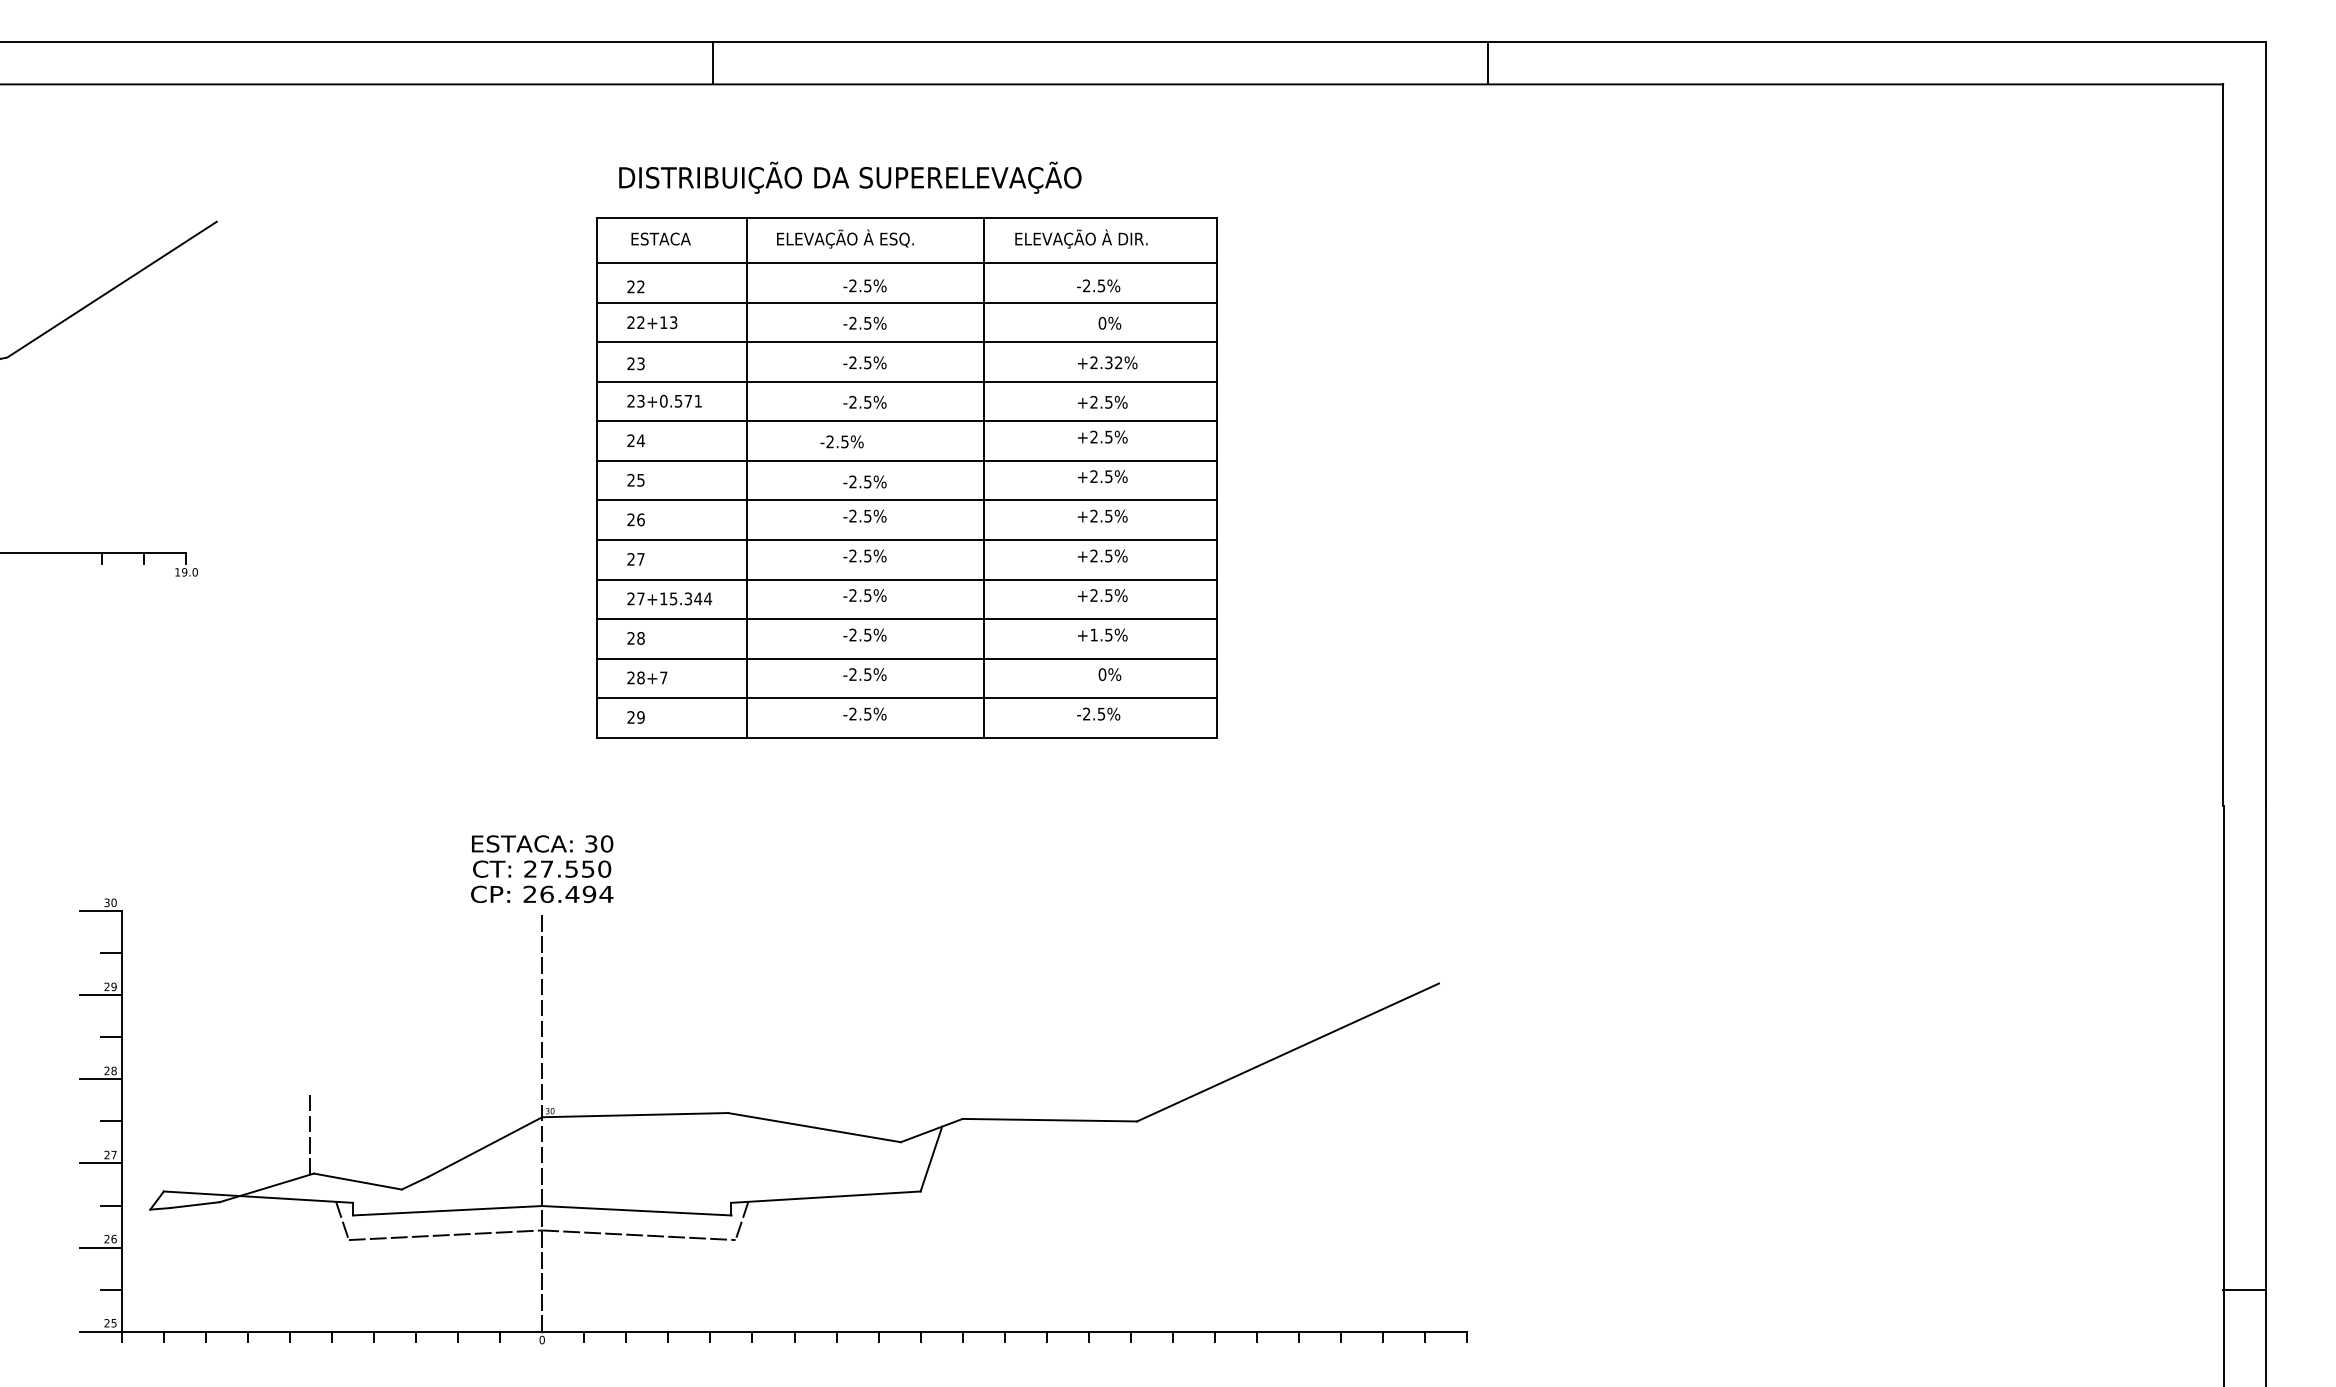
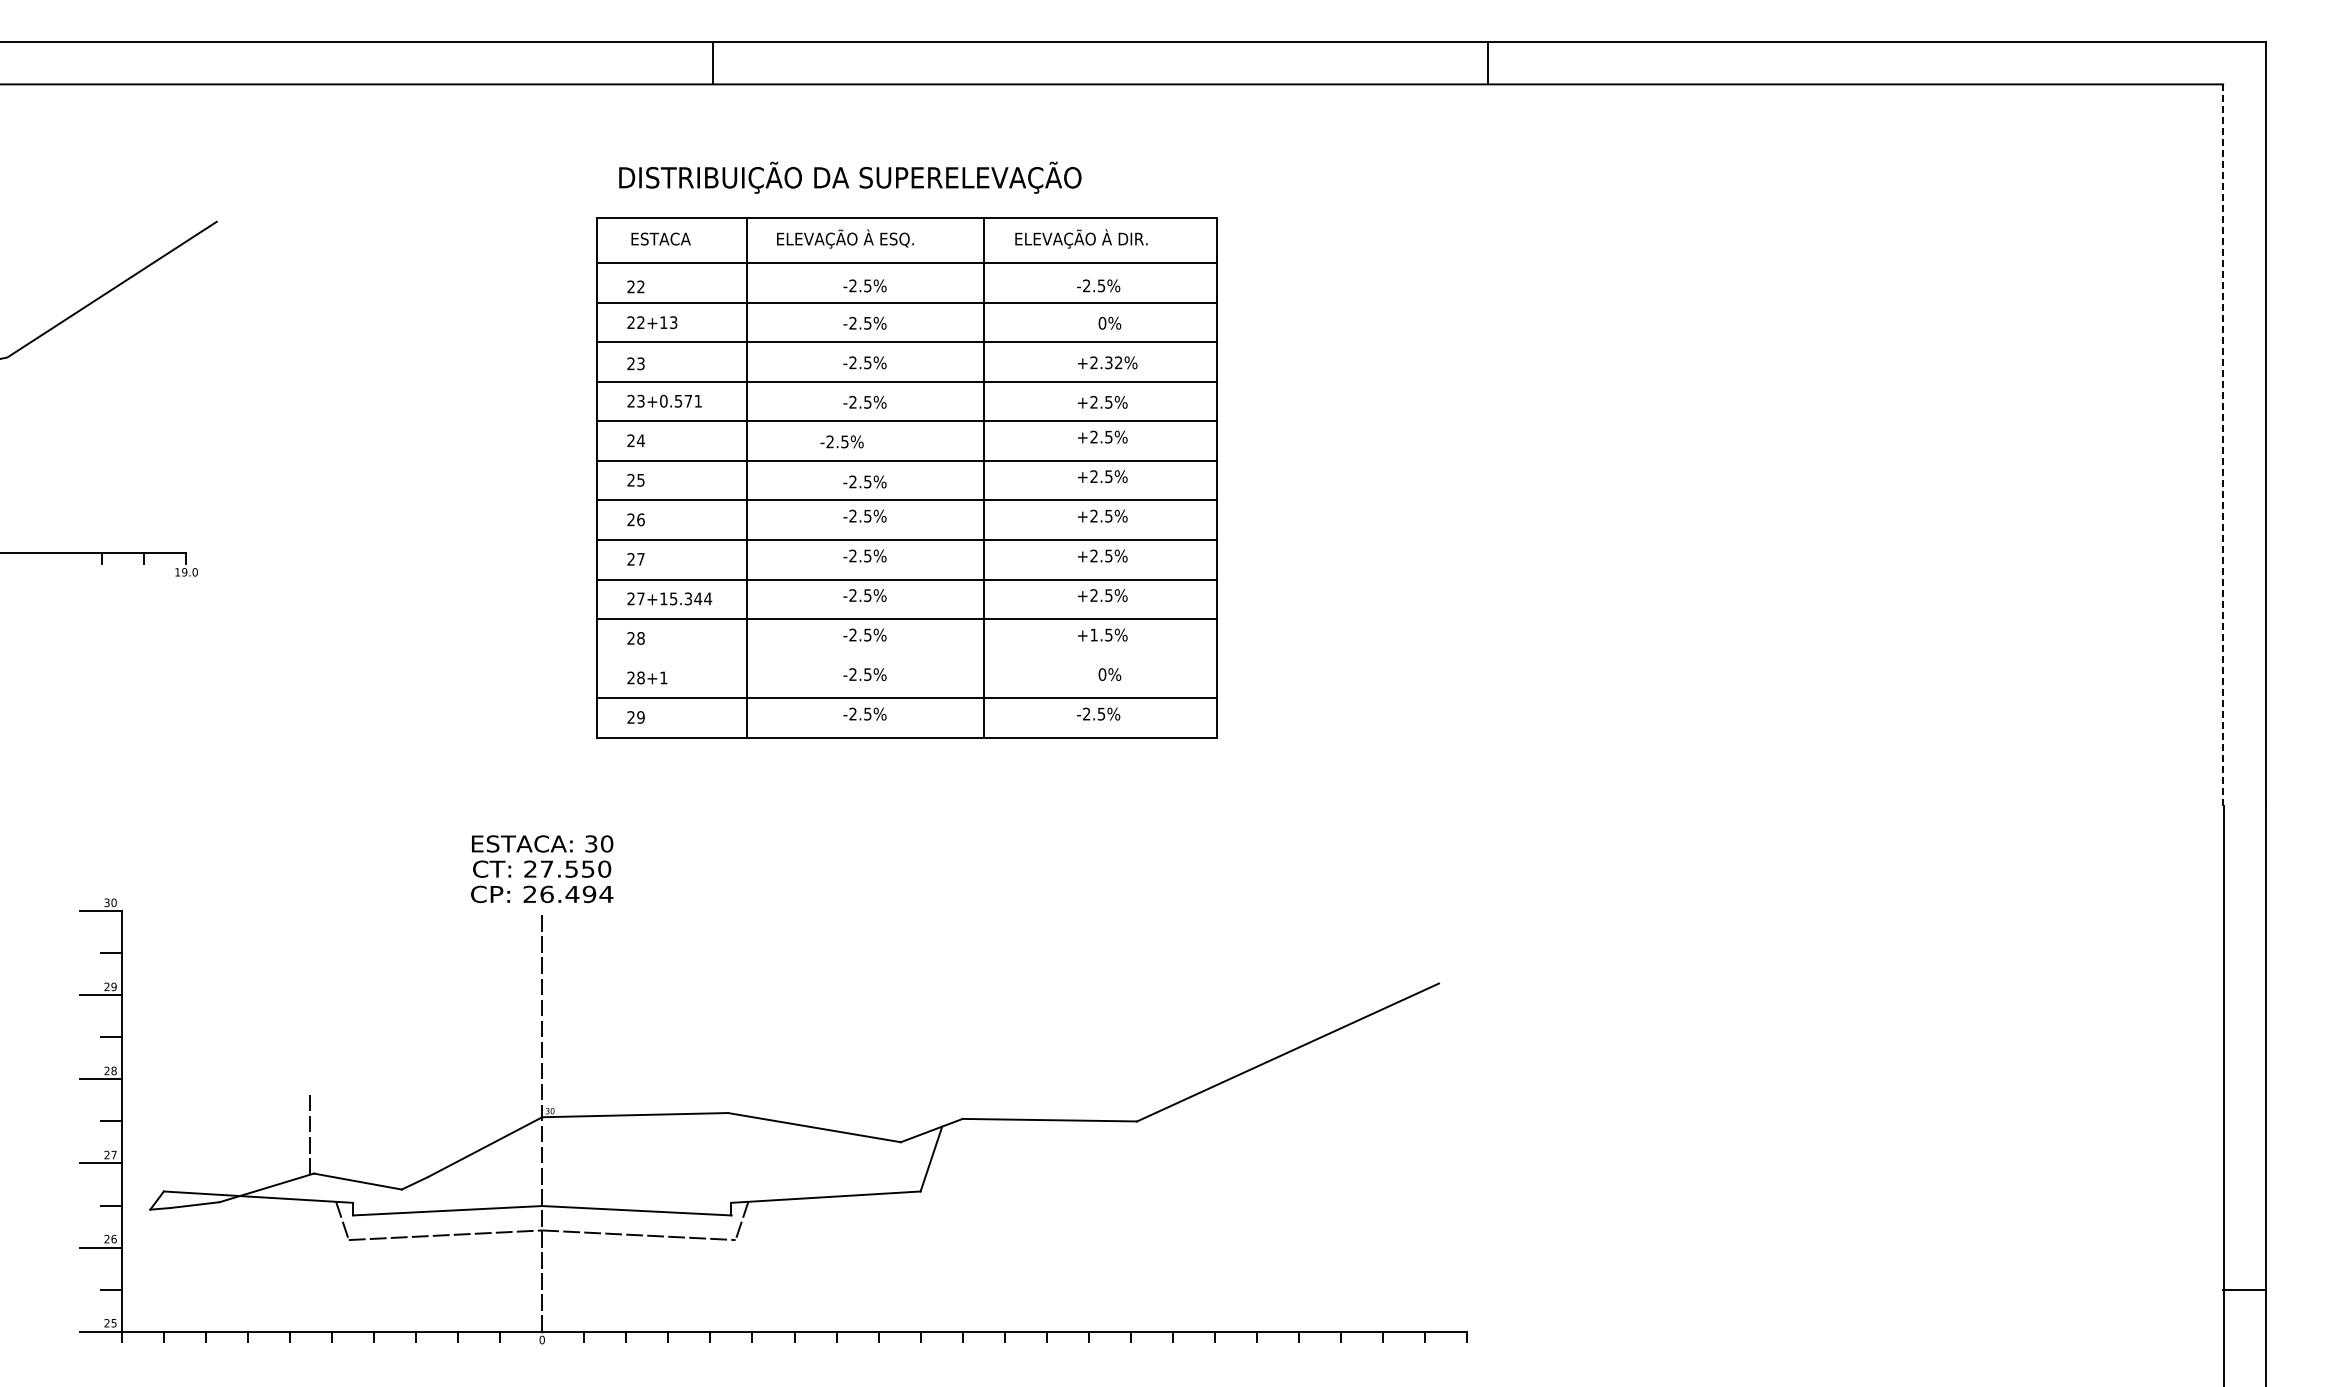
line at (2223, 445): solid -> dashed
line at (907, 658): present -> none
text at (663, 677): 28+7 -> 28+1
